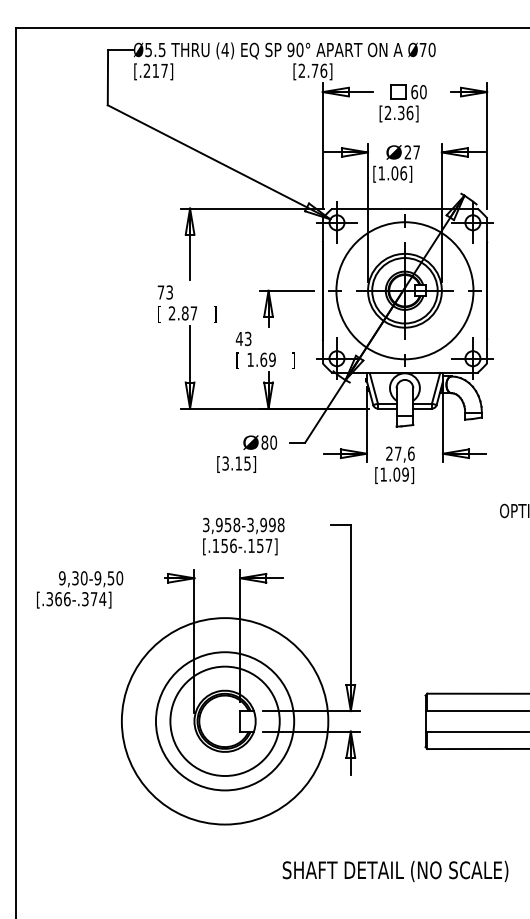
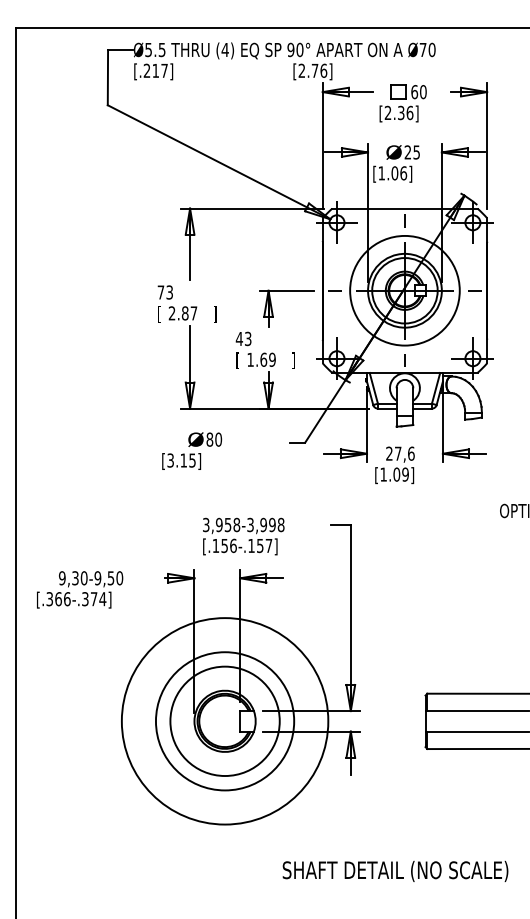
text at (416, 152): 27 -> 25
circle at (404, 290) diameter: 137 px -> 110 px
text at (247, 453) position: (247, 453) -> (192, 450)
